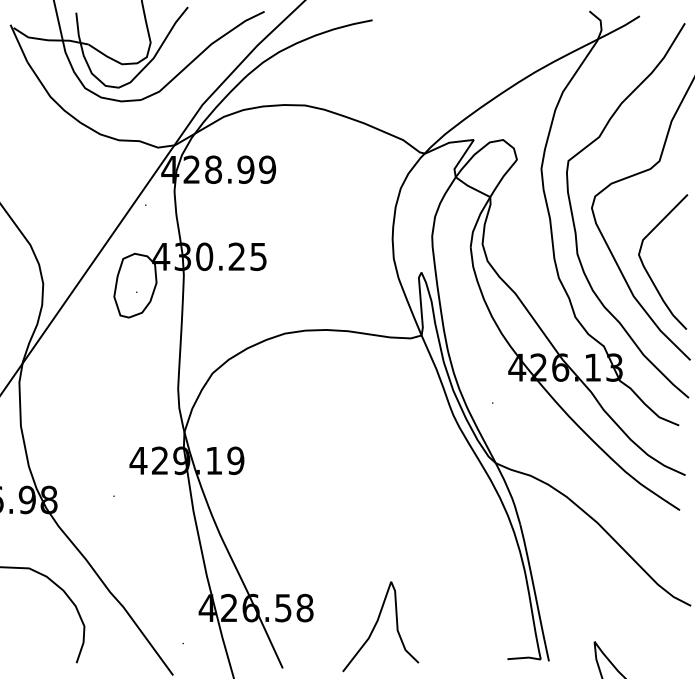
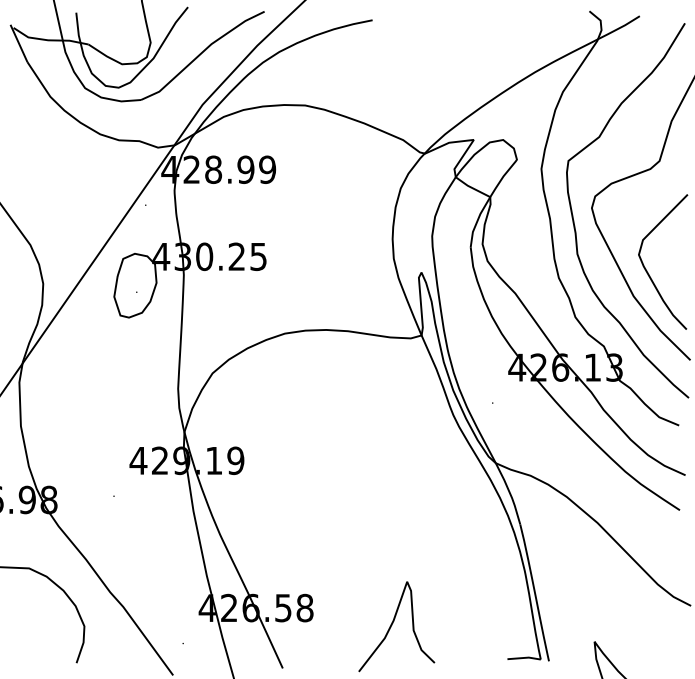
curve at (376, 625) position: (376, 625) -> (392, 625)
